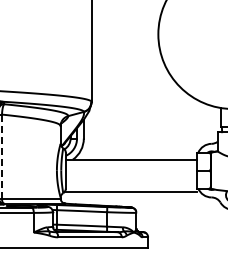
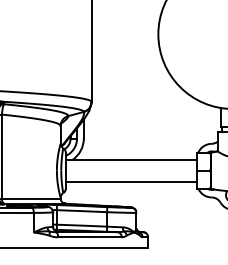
line at (2, 156): dashed -> solid
line at (131, 191) position: (131, 191) -> (131, 181)
